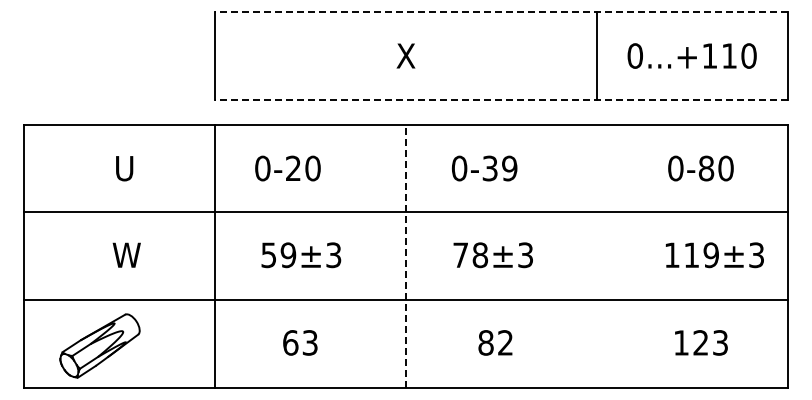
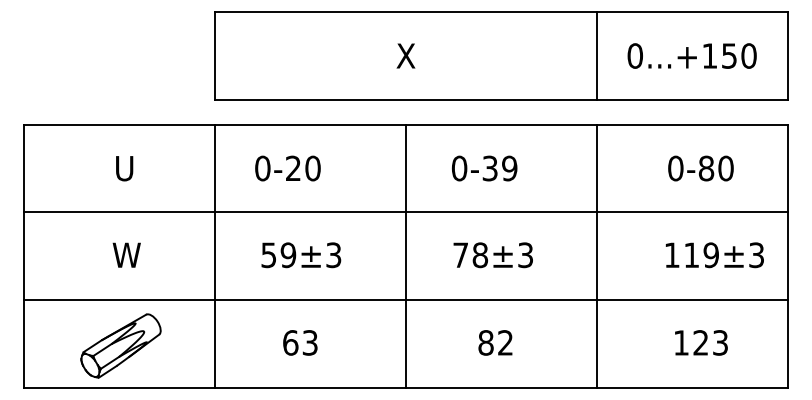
line at (500, 12): dashed -> solid
text at (729, 55): 0...+110 -> 0...+150
line at (500, 99): dashed -> solid
line at (406, 255): dashed -> solid
line at (596, 255): none -> present
part at (99, 345) position: (99, 345) -> (120, 345)
